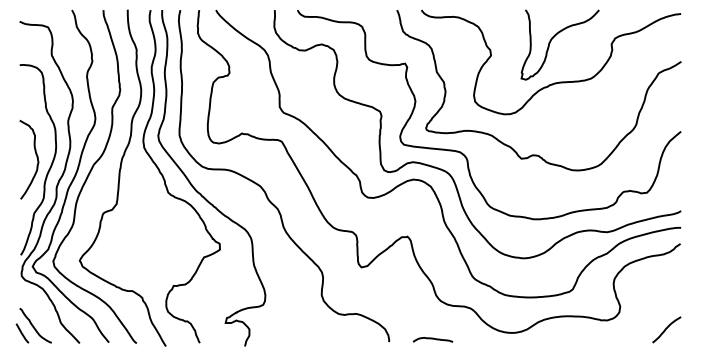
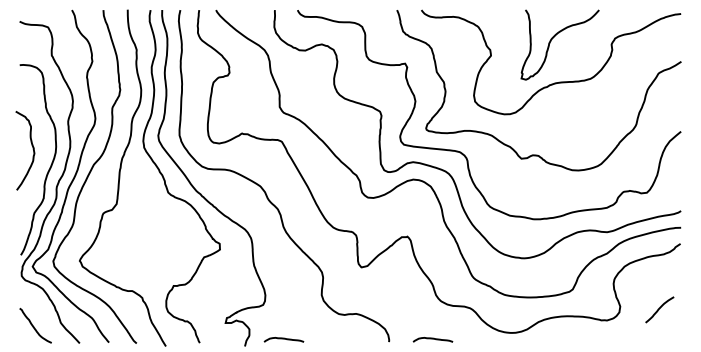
curve at (36, 158) position: (36, 158) -> (32, 149)
curve at (666, 329) position: (666, 329) -> (659, 309)
line at (22, 333): present -> none
curve at (283, 339): none -> present
